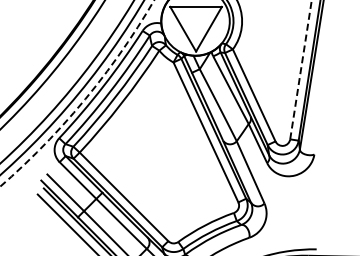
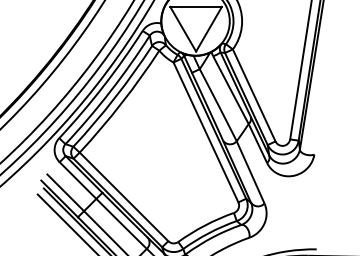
line at (301, 69): dashed -> solid
circle at (77, 93): dashed -> solid
